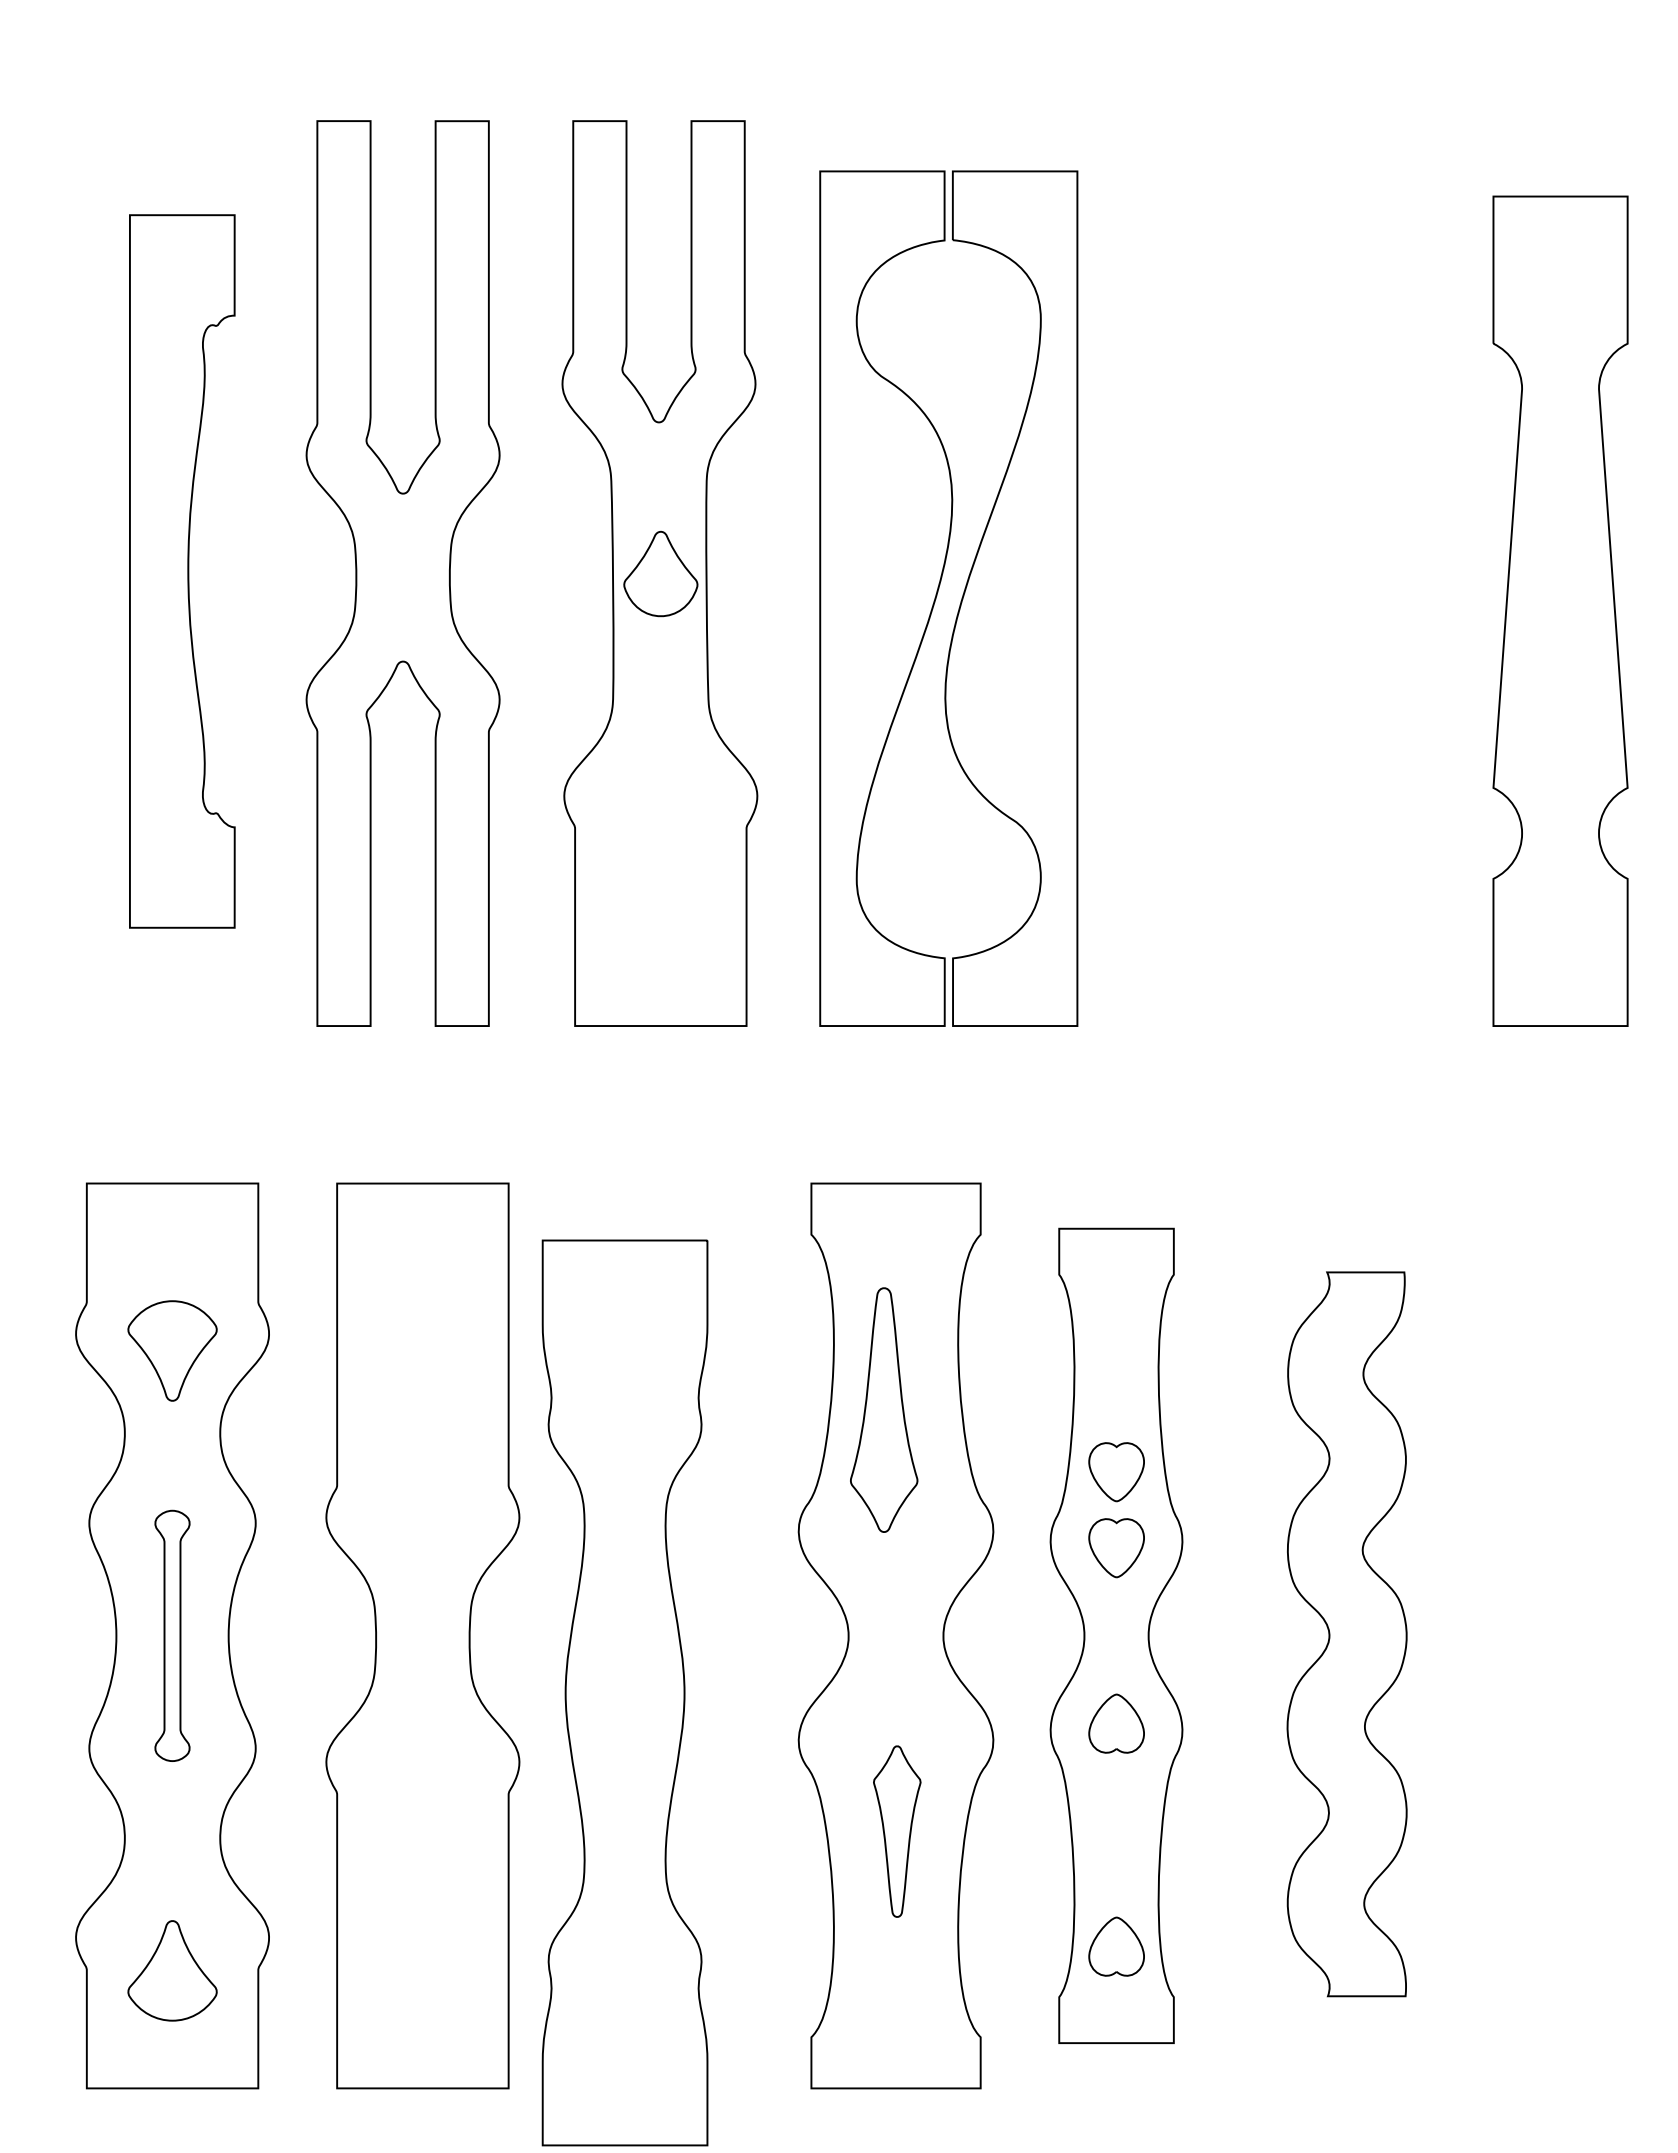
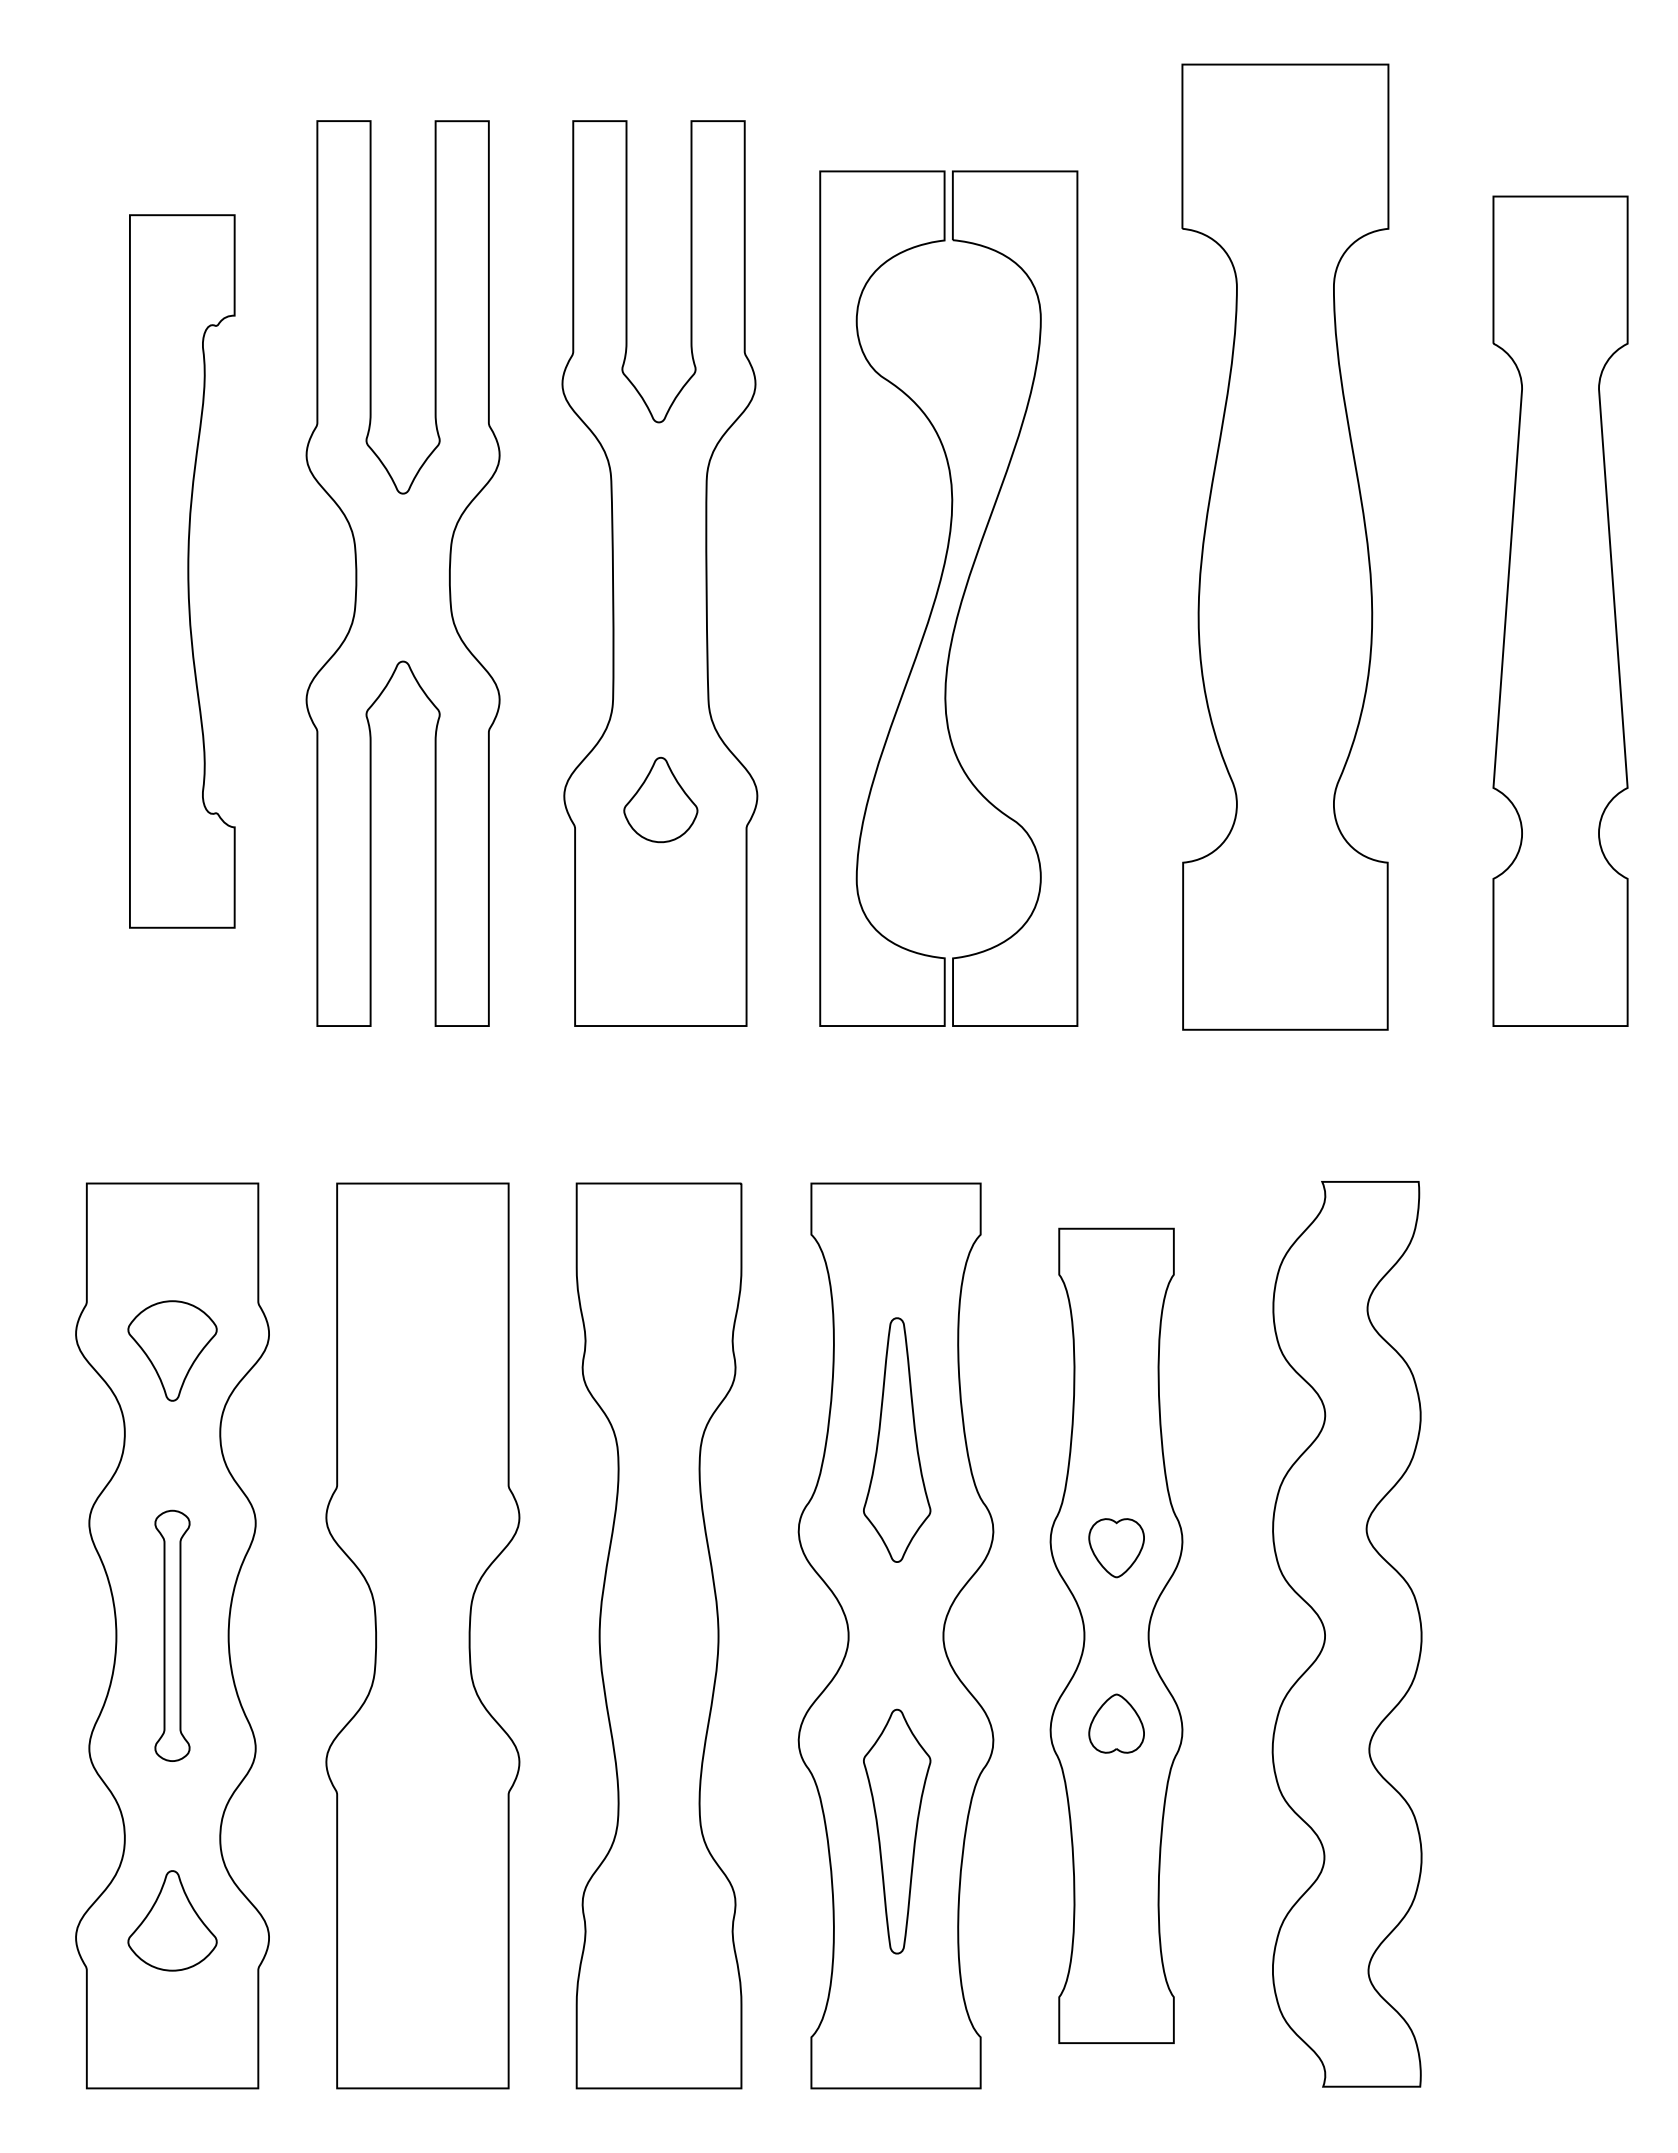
part at (1285, 546): none -> present
part at (660, 573) position: (660, 573) -> (660, 799)
part at (884, 1409) position: (884, 1409) -> (897, 1439)
part at (1116, 1472): present -> none
part at (1346, 1634) size: 122x727 px -> 152x907 px
part at (624, 1692) position: (624, 1692) -> (658, 1635)
part at (897, 1831) size: 49x173 px -> 69x247 px
part at (1116, 1946): present -> none
part at (172, 1970) position: (172, 1970) -> (172, 1920)
